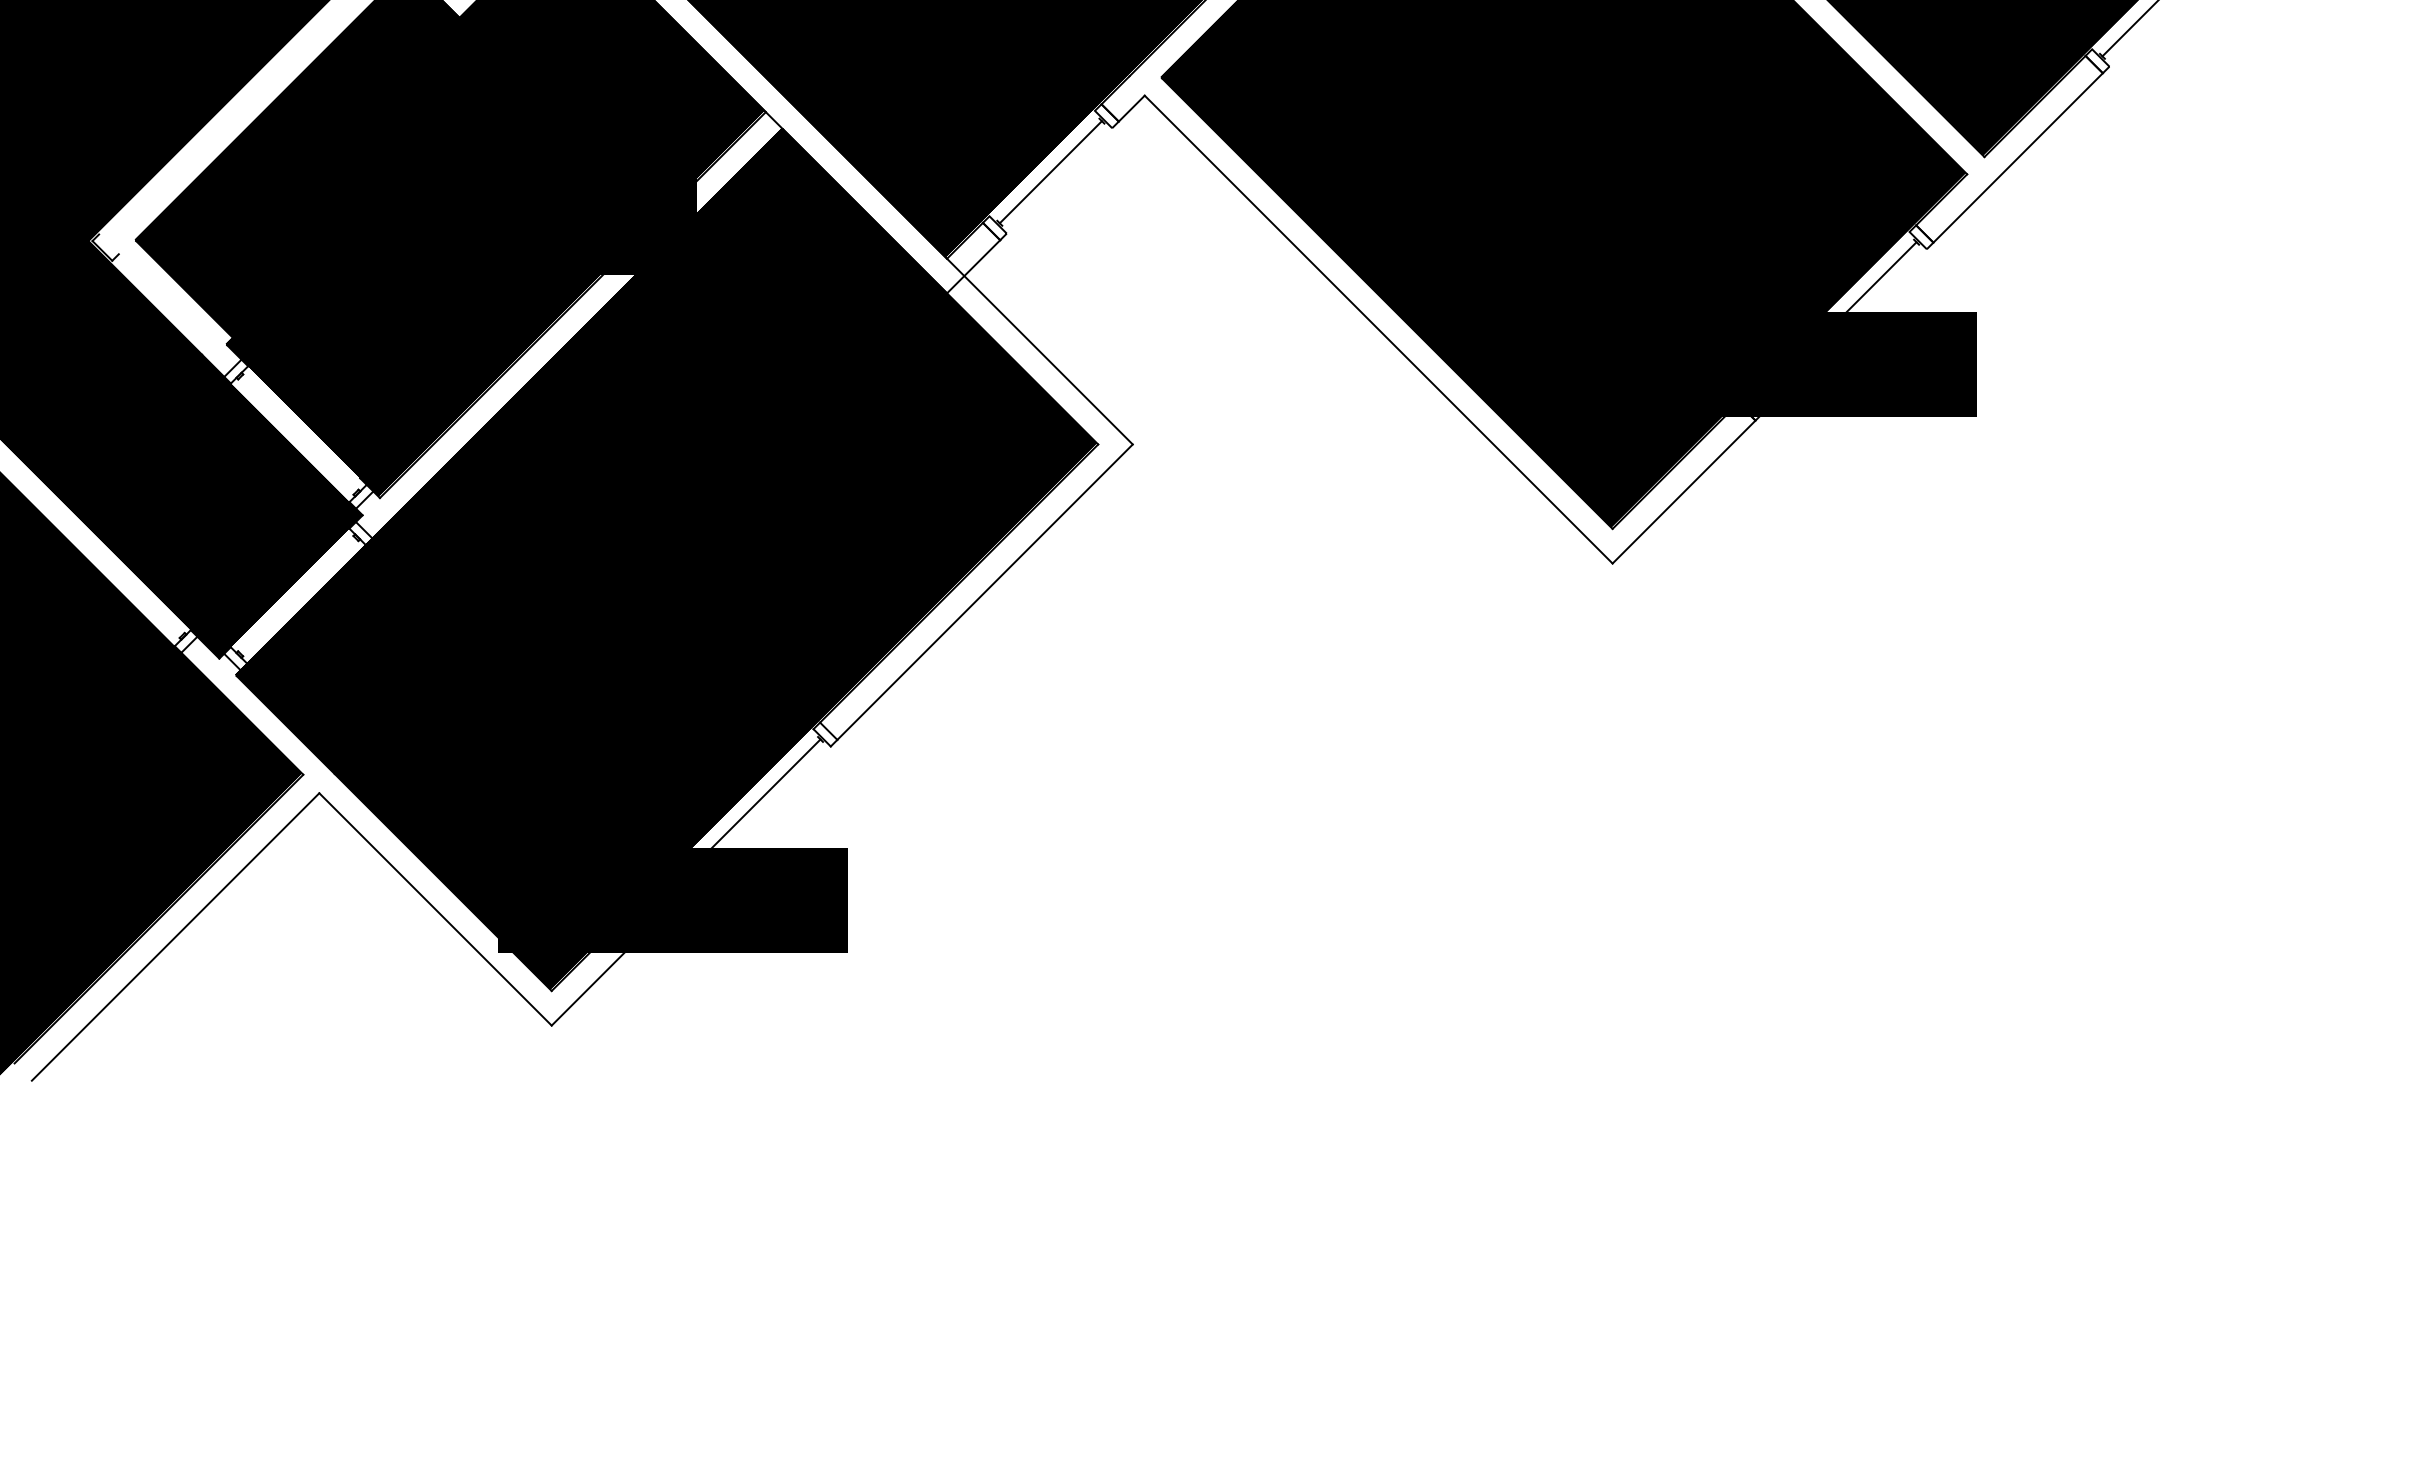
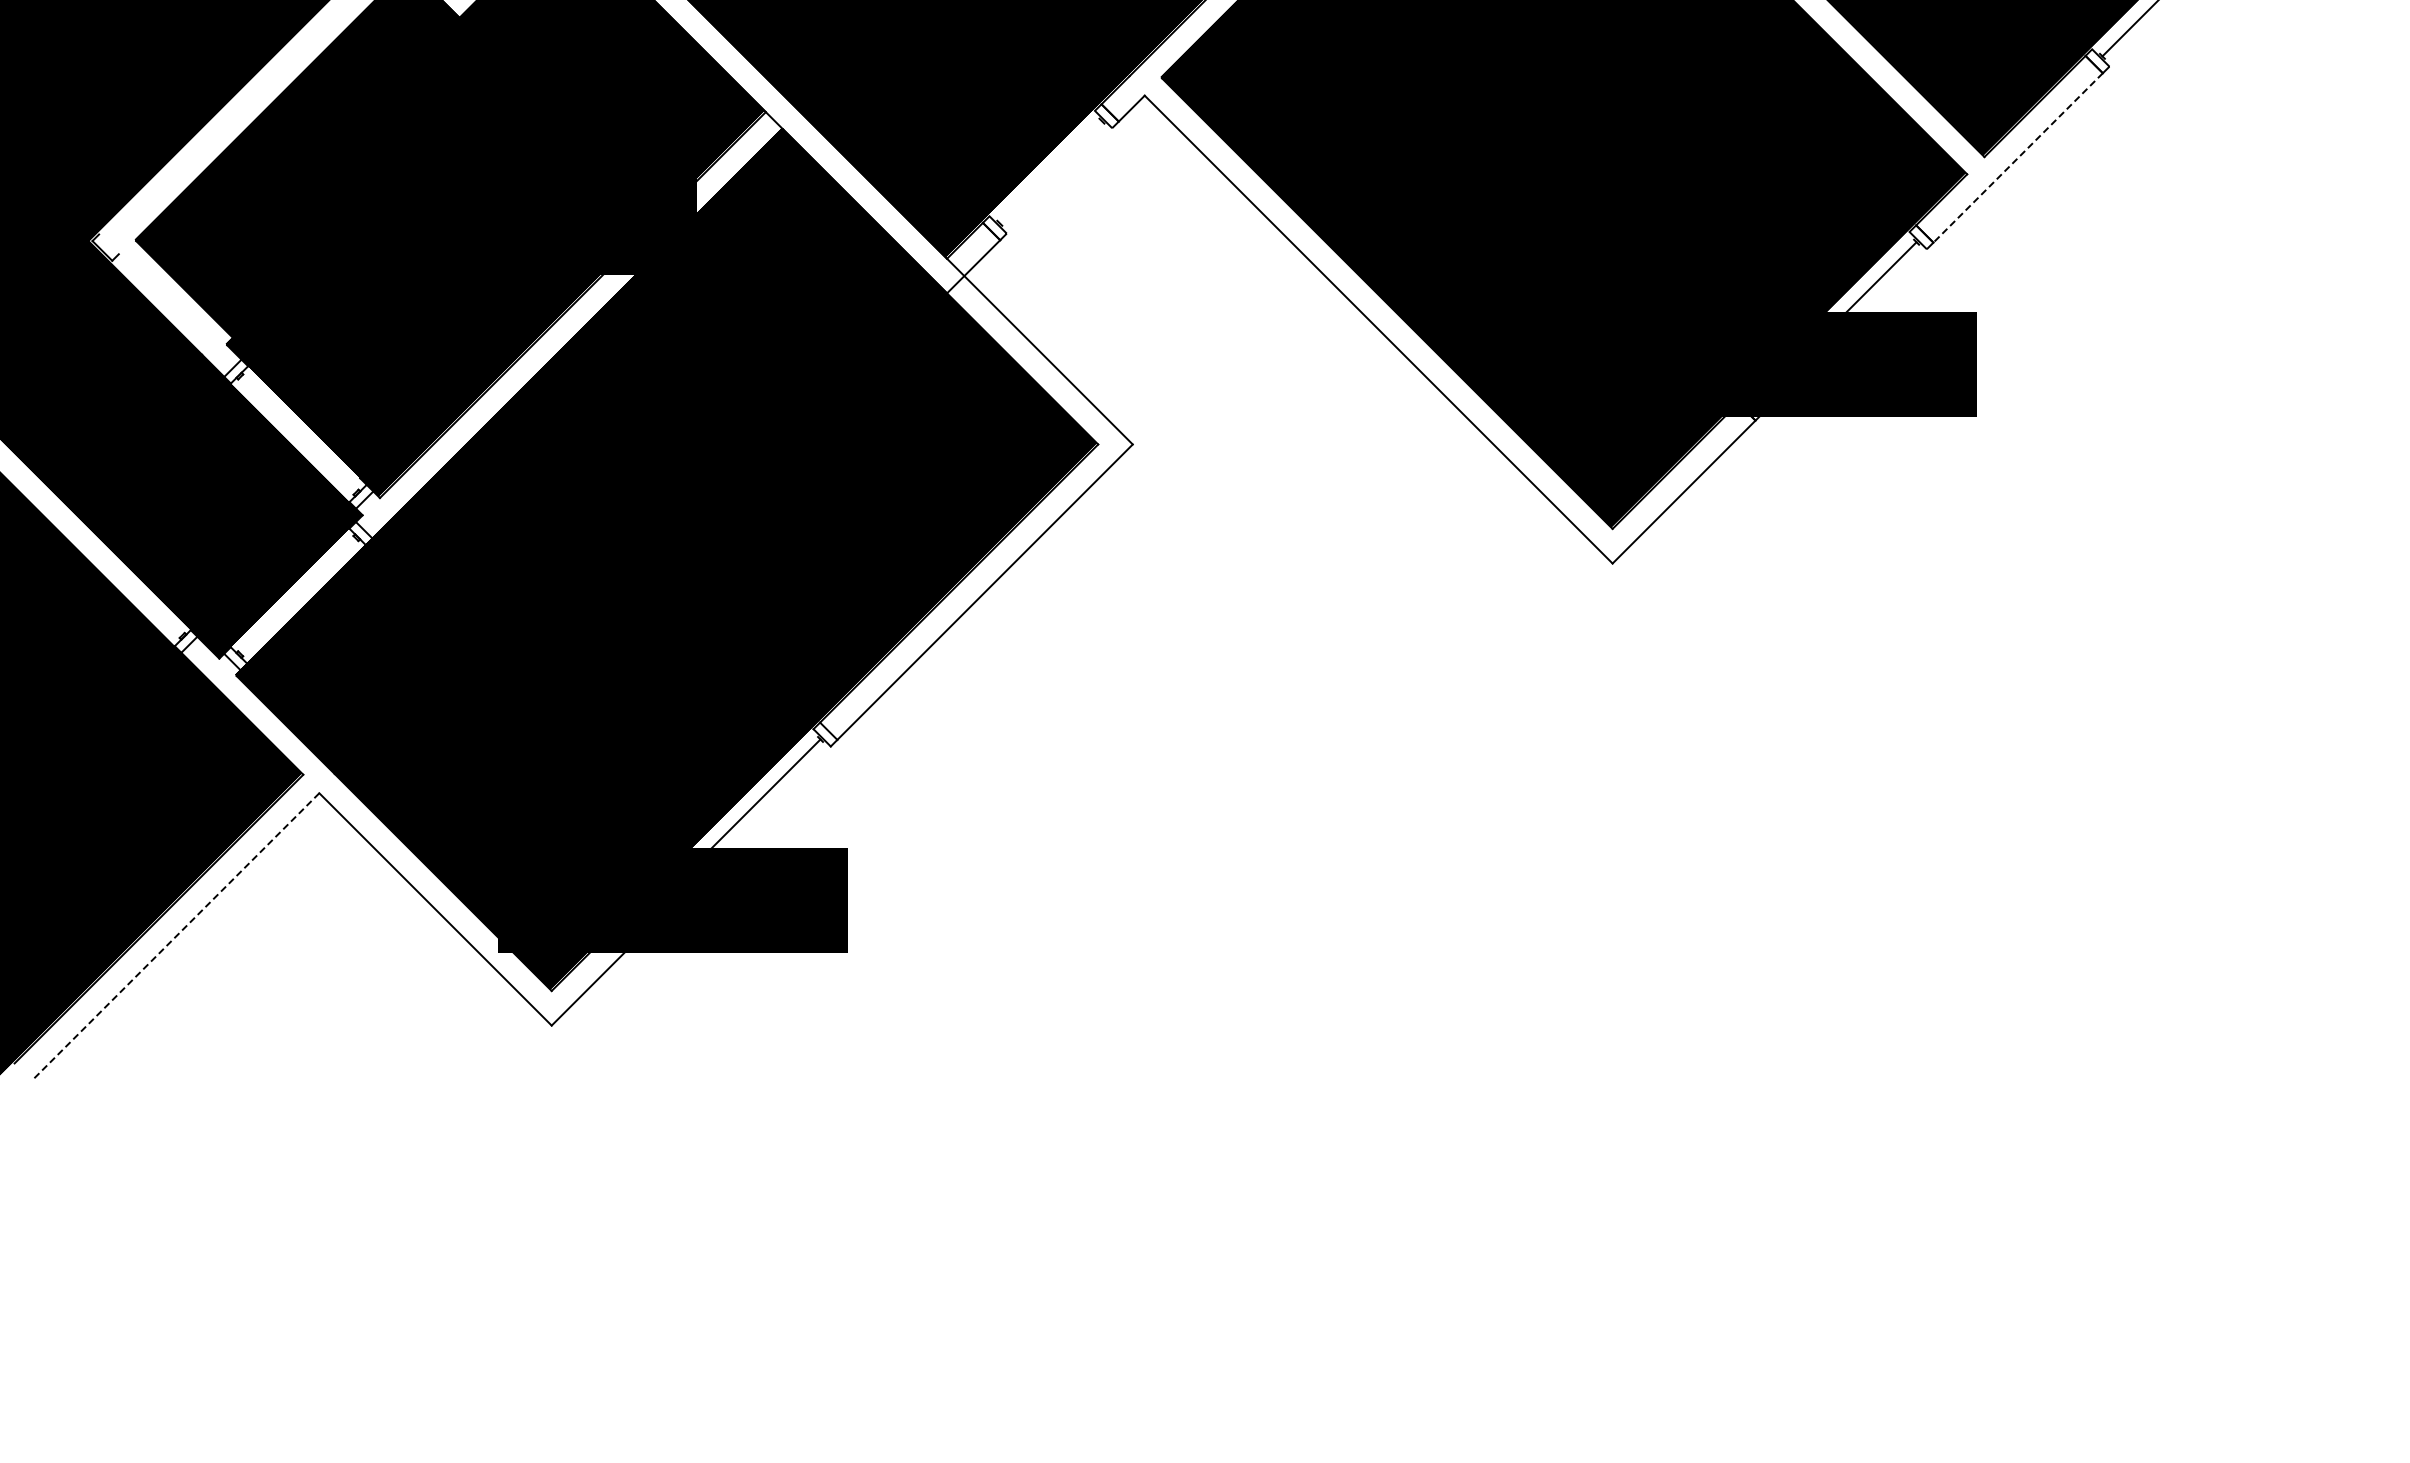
line at (2018, 157): solid -> dashed
line at (1050, 172): present -> none
line at (175, 937): solid -> dashed
